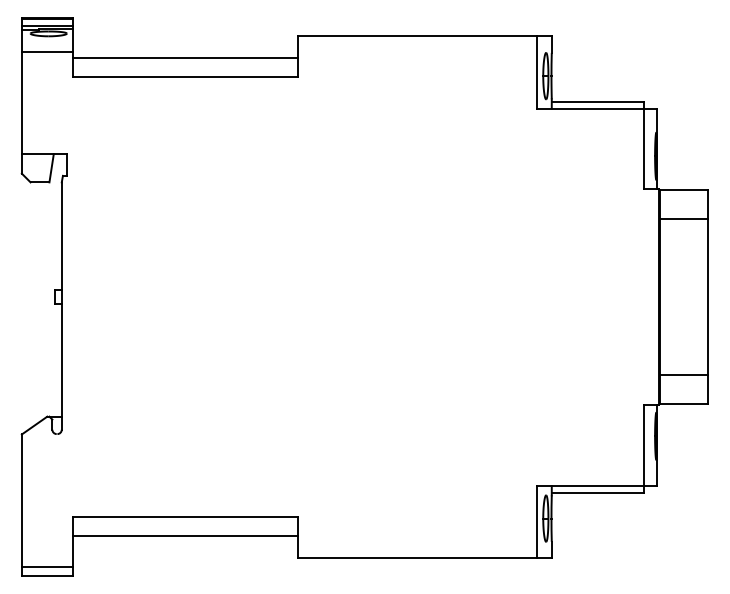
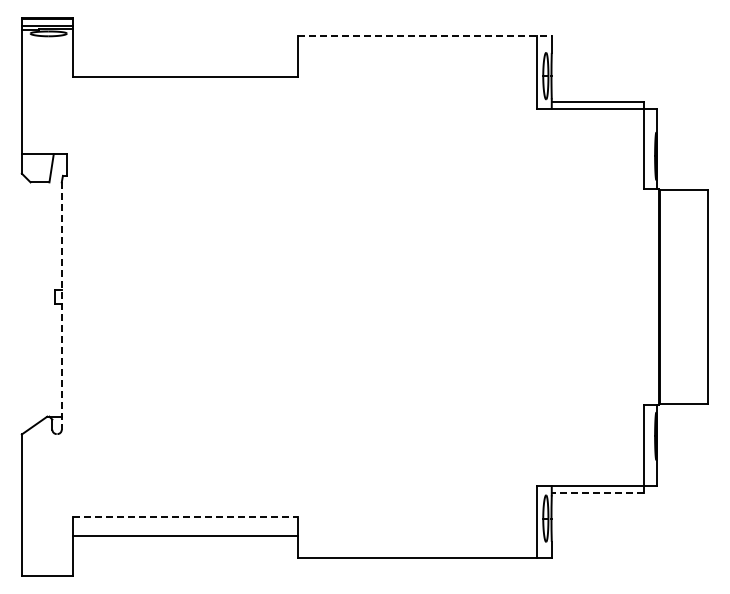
line at (425, 36): solid -> dashed
line at (46, 51): present -> none
line at (184, 57): present -> none
line at (683, 219): present -> none
line at (61, 306): solid -> dashed
line at (683, 374): present -> none
line at (597, 493): solid -> dashed
line at (185, 516): solid -> dashed
line at (46, 566): present -> none
